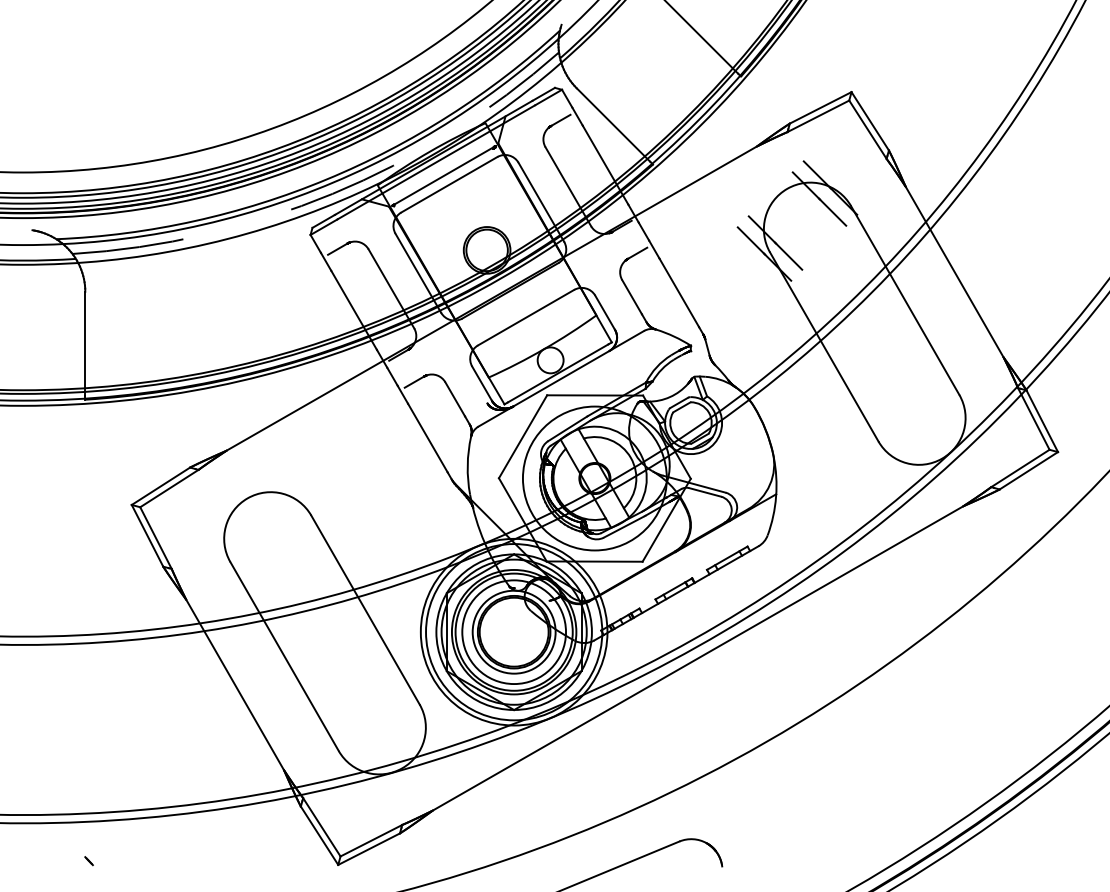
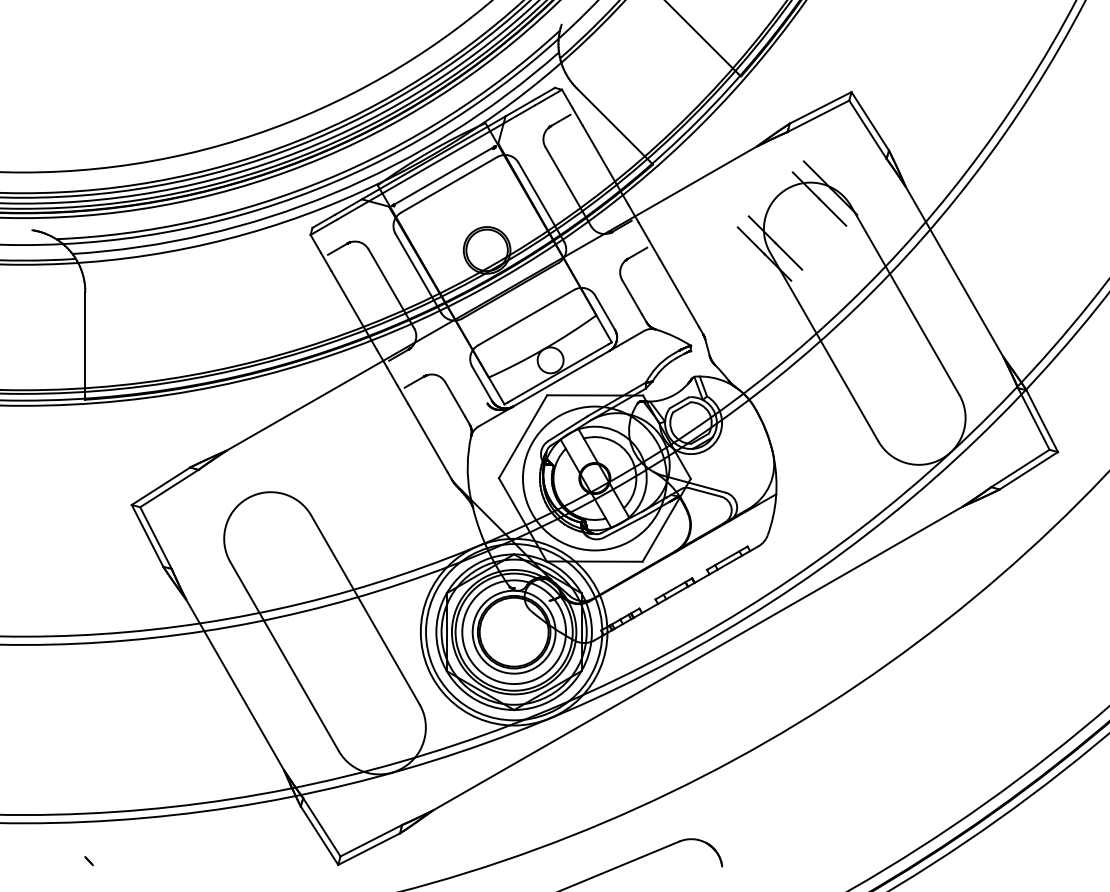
arc at (332, 193): dashed -> solid
